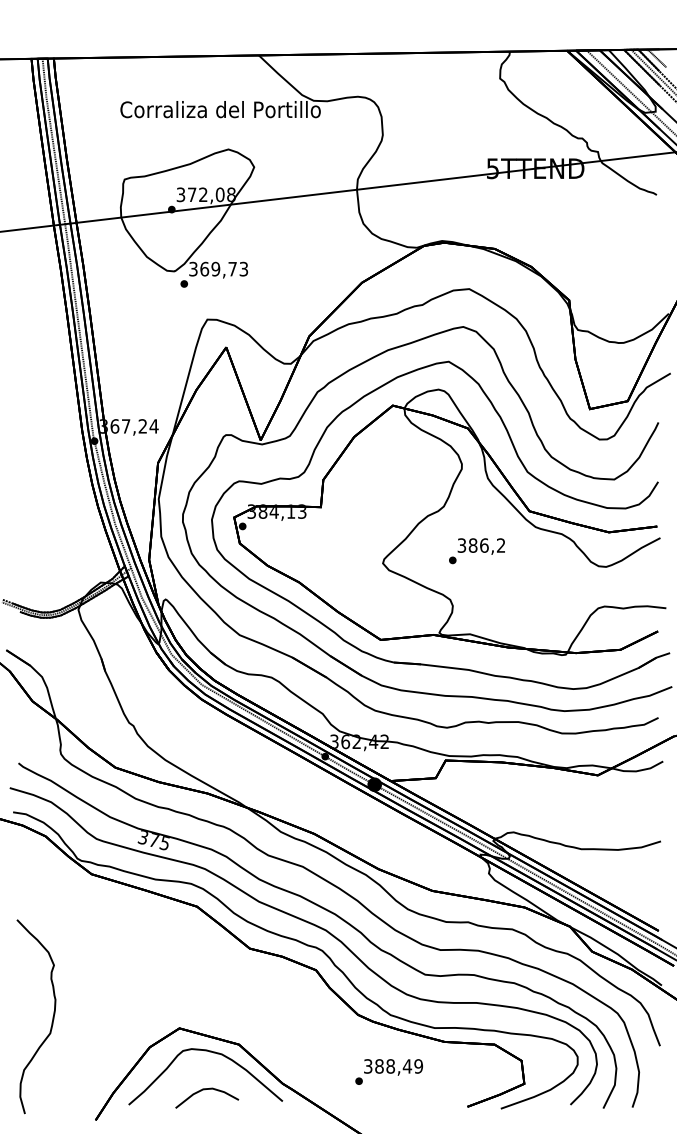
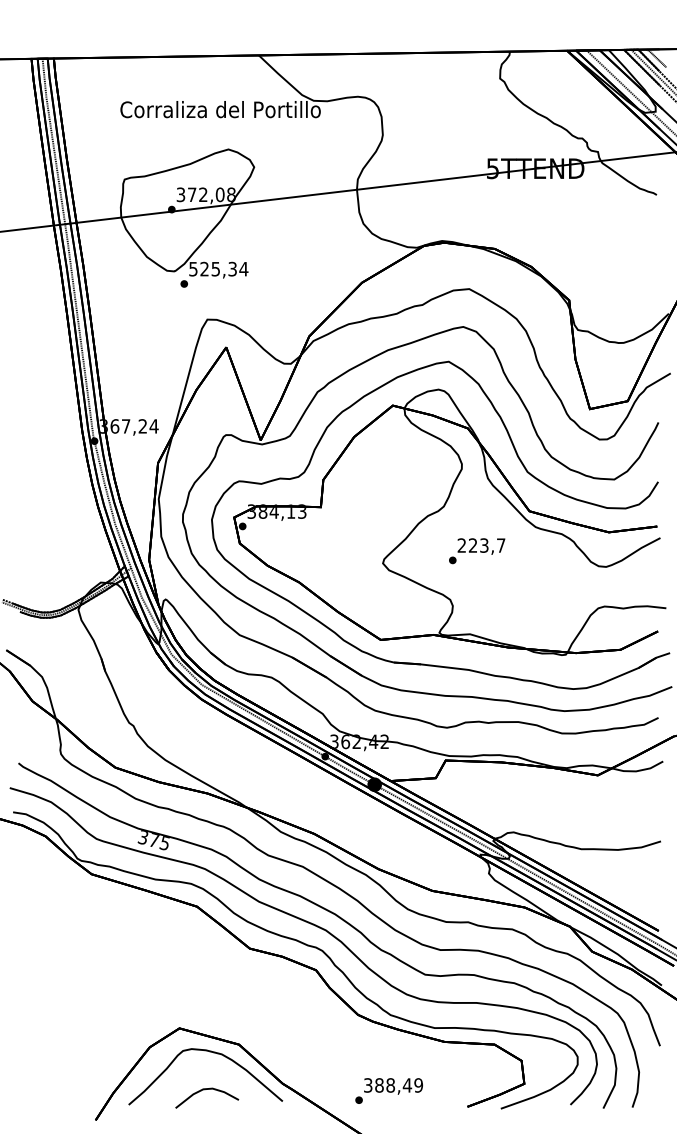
text at (218, 268): 369,73 -> 525,34
text at (481, 545): 386,2 -> 223,7
curve at (52, 1016): present -> none
text at (388, 1071) position: (388, 1071) -> (388, 1090)
